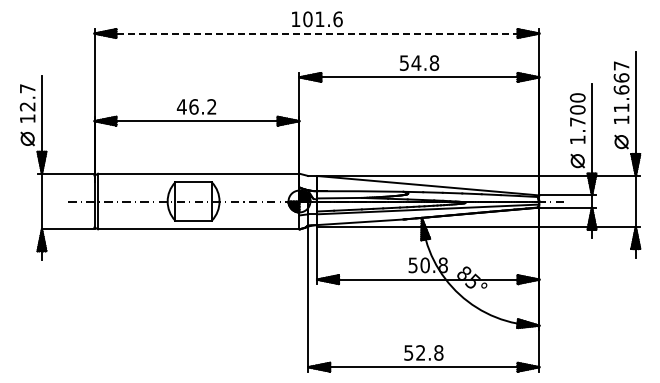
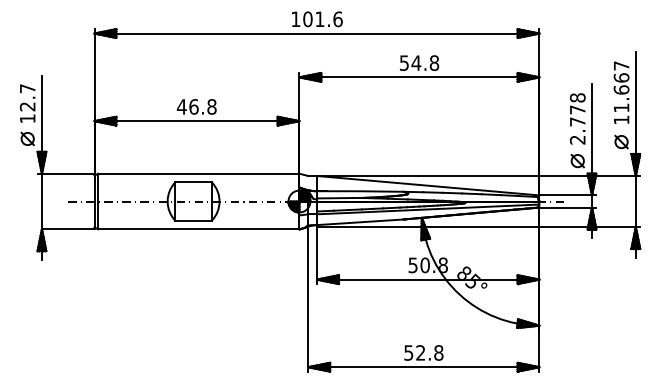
line at (317, 33): dashed -> solid
text at (211, 106): 46.2 -> 46.8
text at (577, 118): 1.700 -> 2.778
